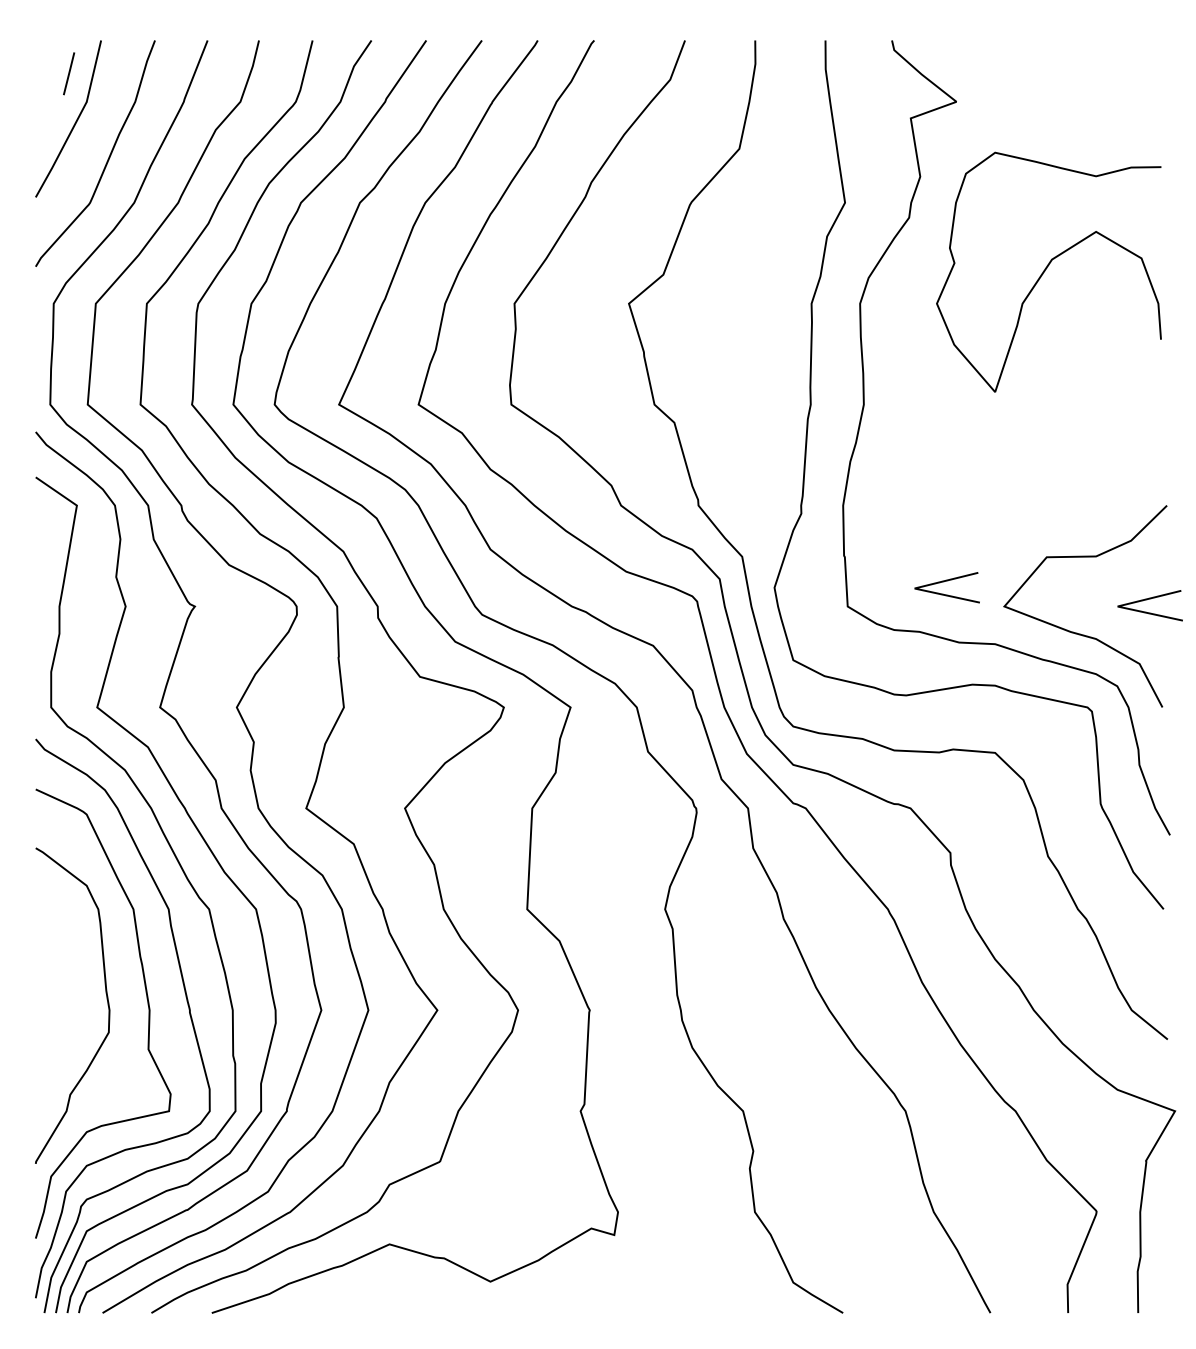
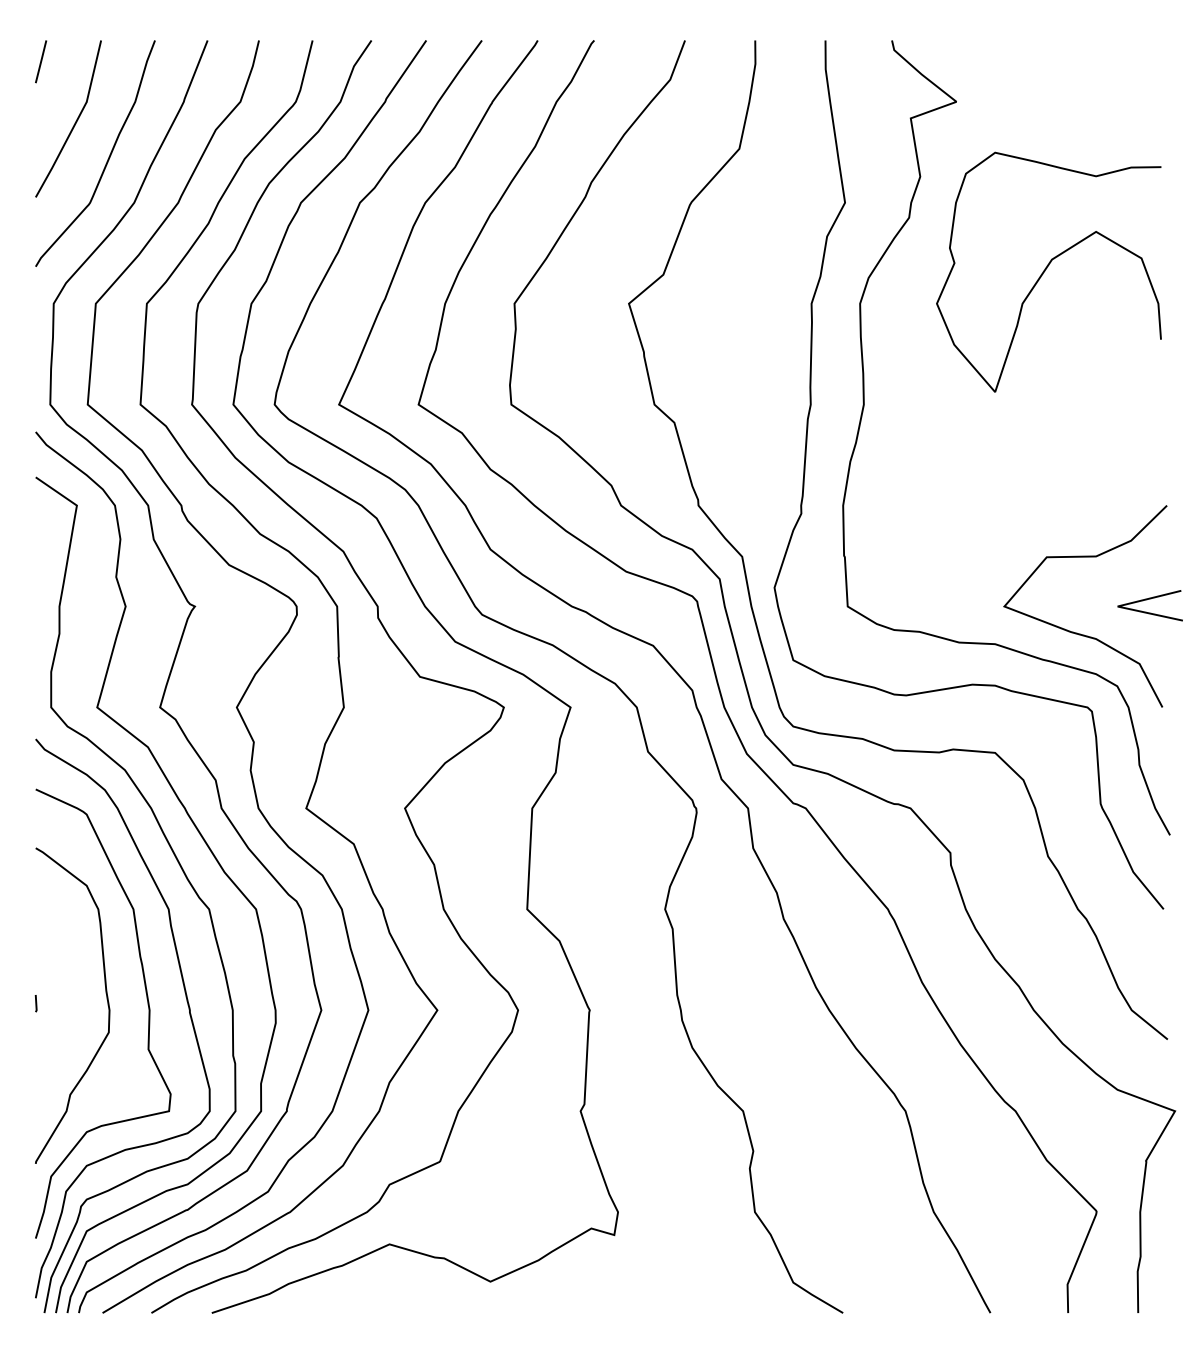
line at (69, 73) position: (69, 73) -> (41, 61)
line at (944, 582): present -> none
line at (35, 1003): none -> present
